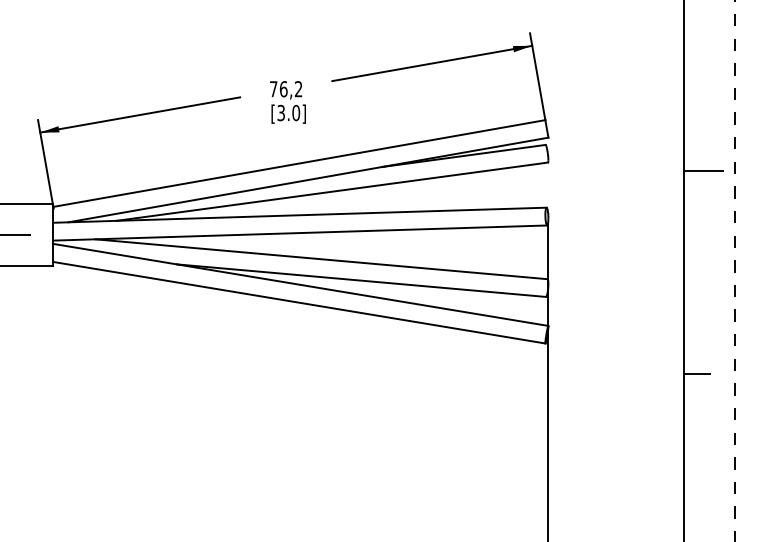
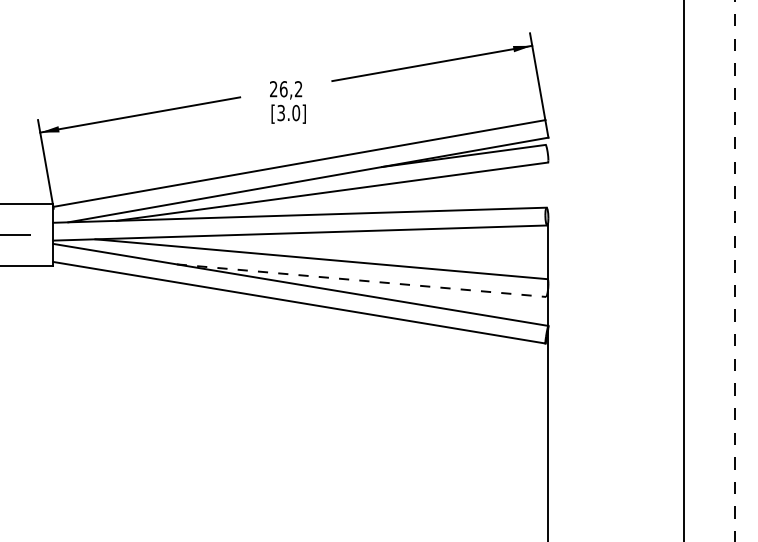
text at (273, 89): 76,2 -> 26,2
line at (703, 170): present -> none
line at (361, 280): solid -> dashed
line at (696, 374): present -> none
